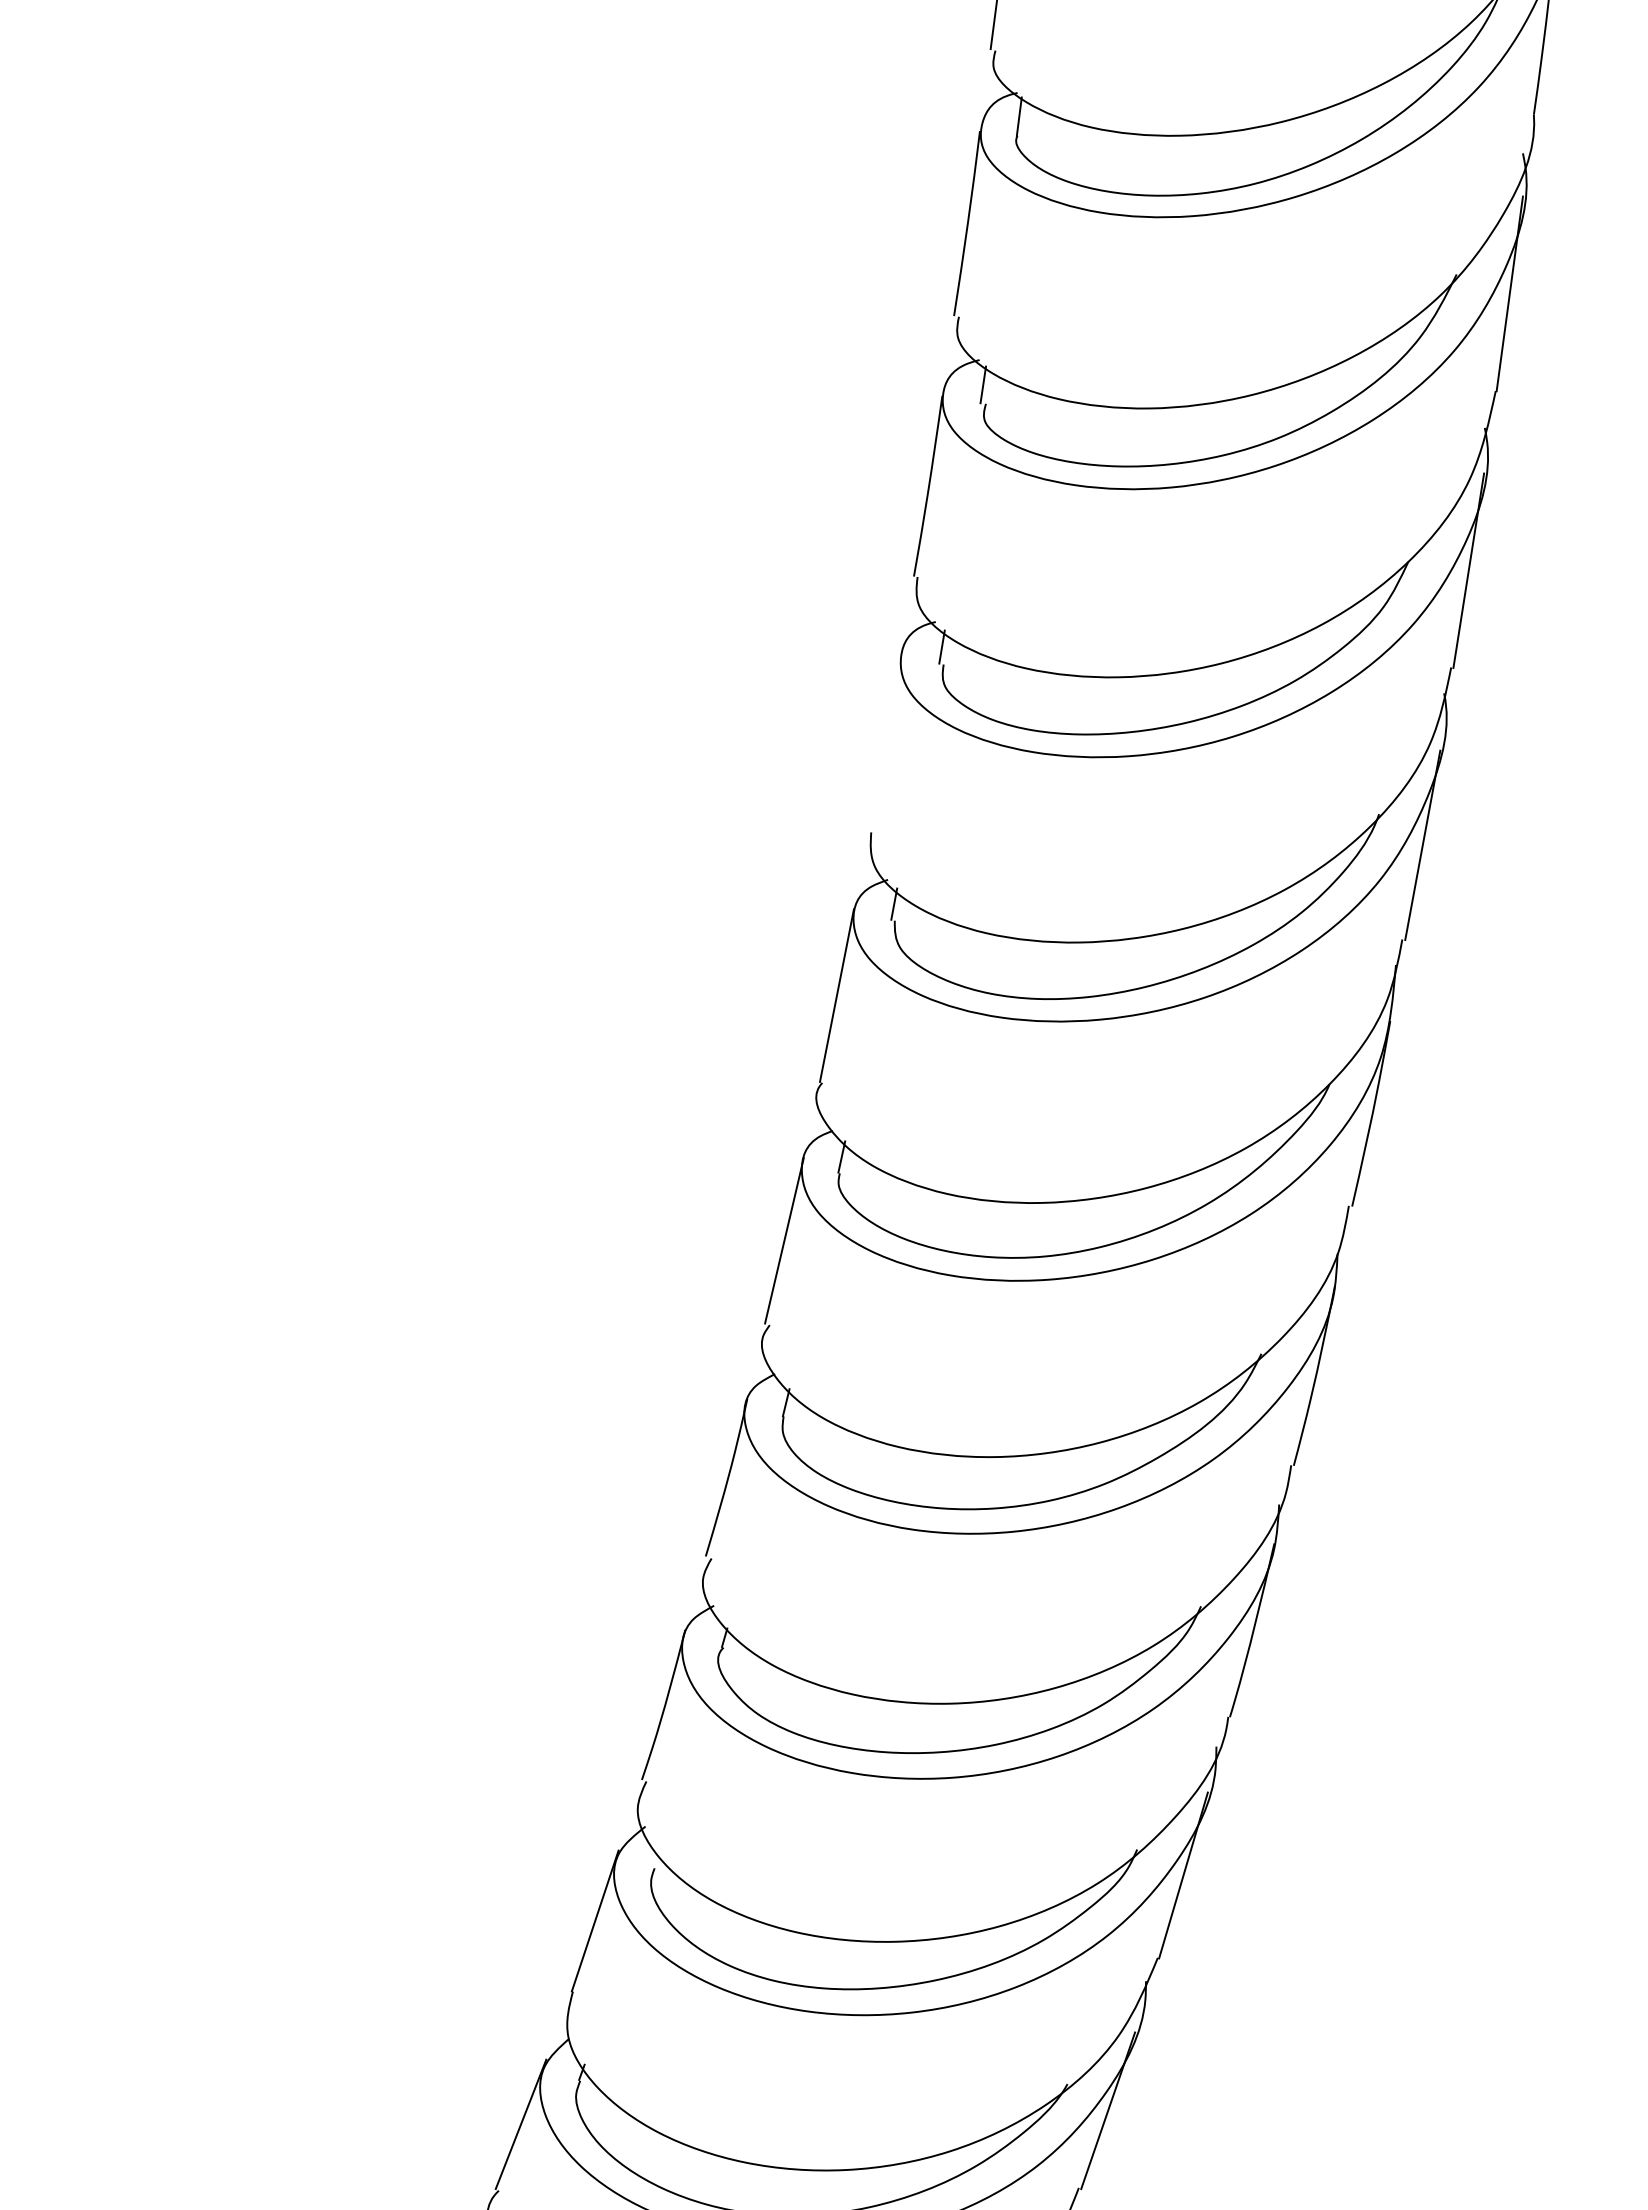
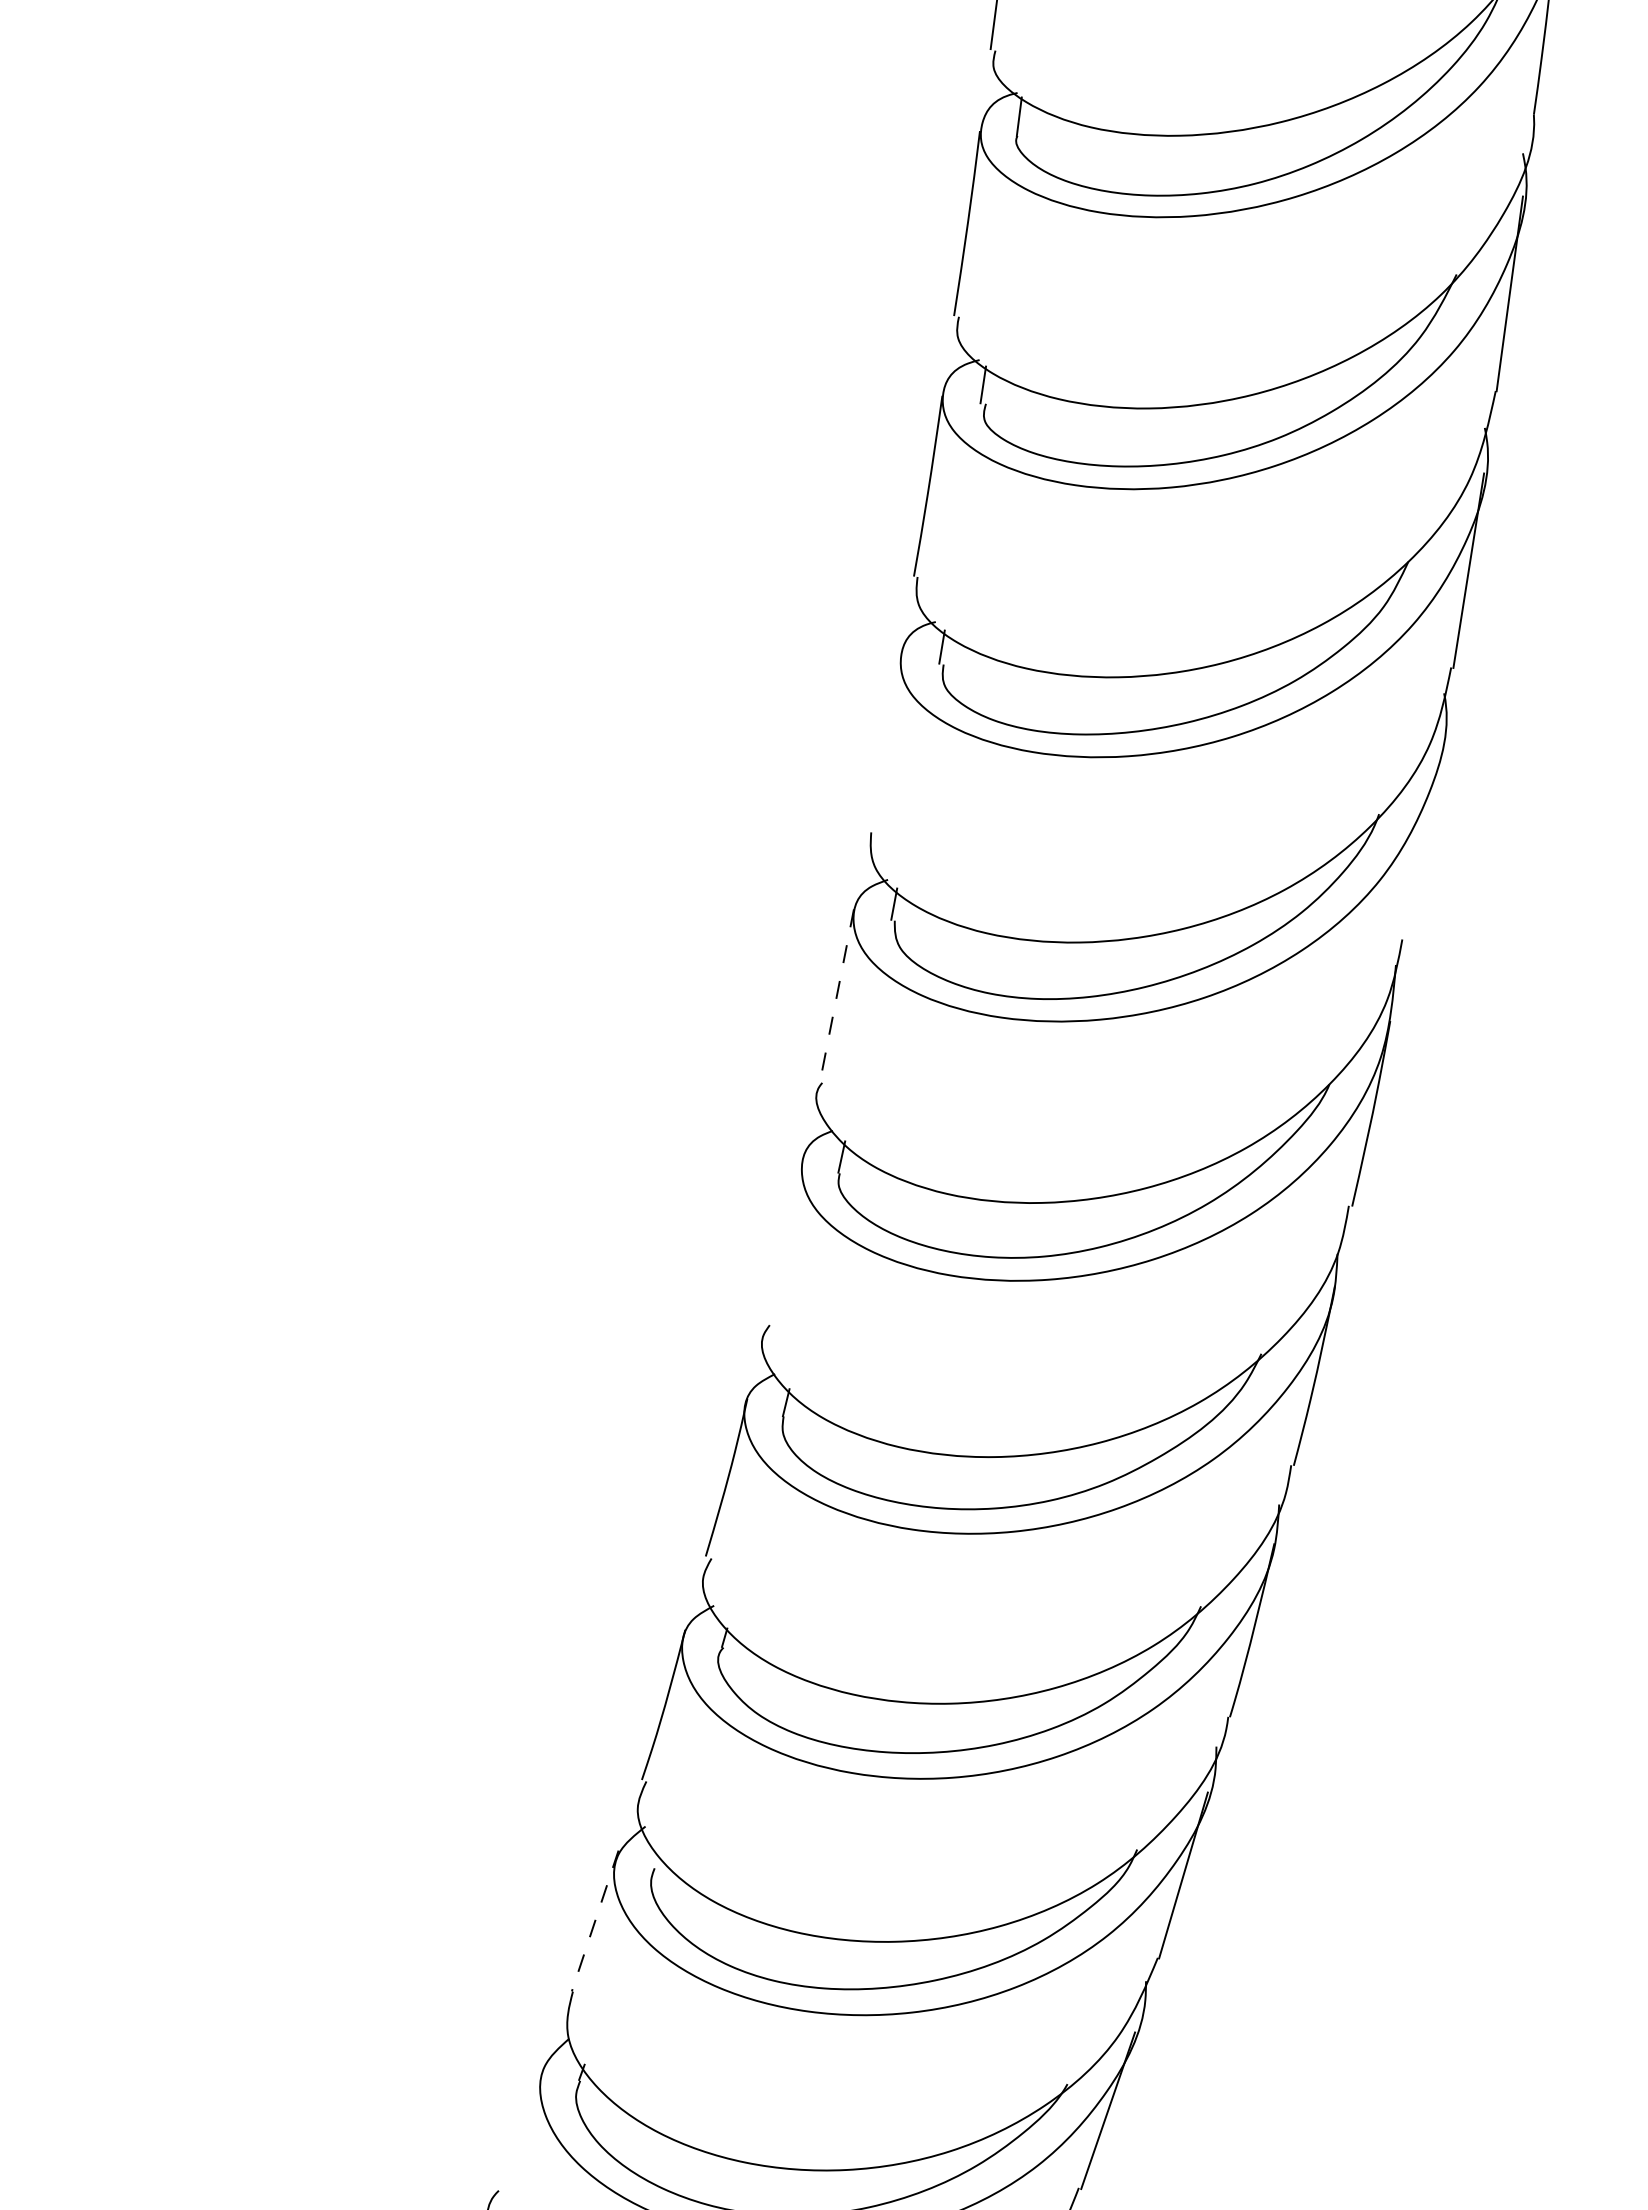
line at (1422, 845): present -> none
line at (836, 995): solid -> dashed
line at (784, 1240): present -> none
line at (595, 1921): solid -> dashed
line at (520, 2124): present -> none
